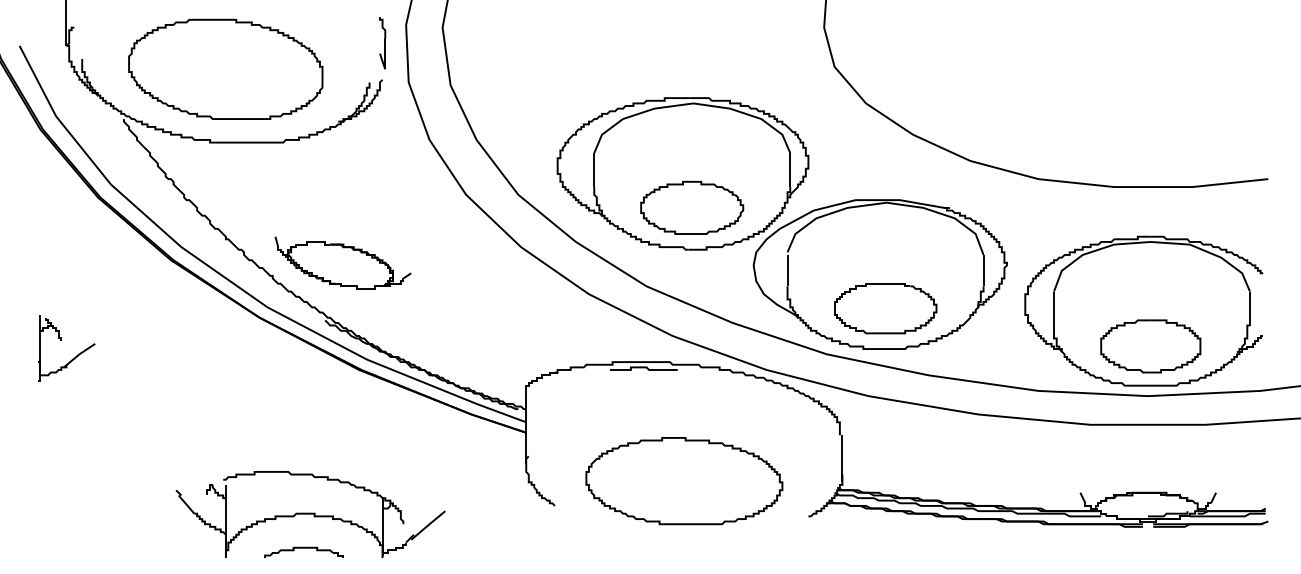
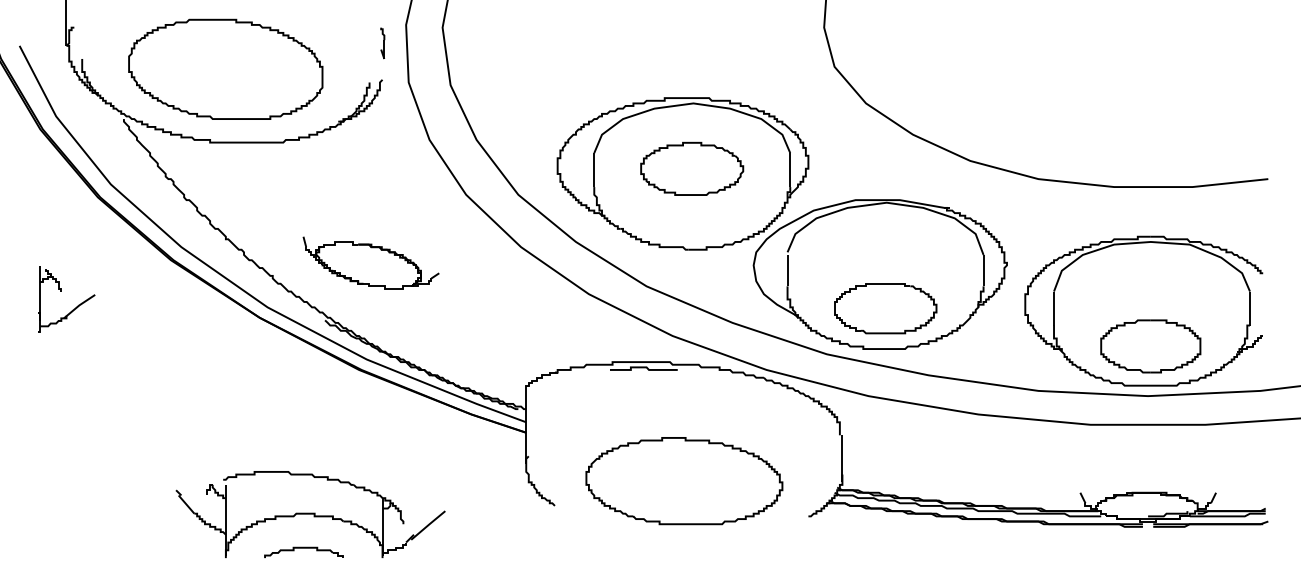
part at (382, 43) size: 8x53 px -> 6x33 px
part at (692, 207) position: (692, 207) -> (692, 168)
part at (342, 262) position: (342, 262) -> (370, 262)
part at (61, 340) position: (61, 340) -> (61, 291)
